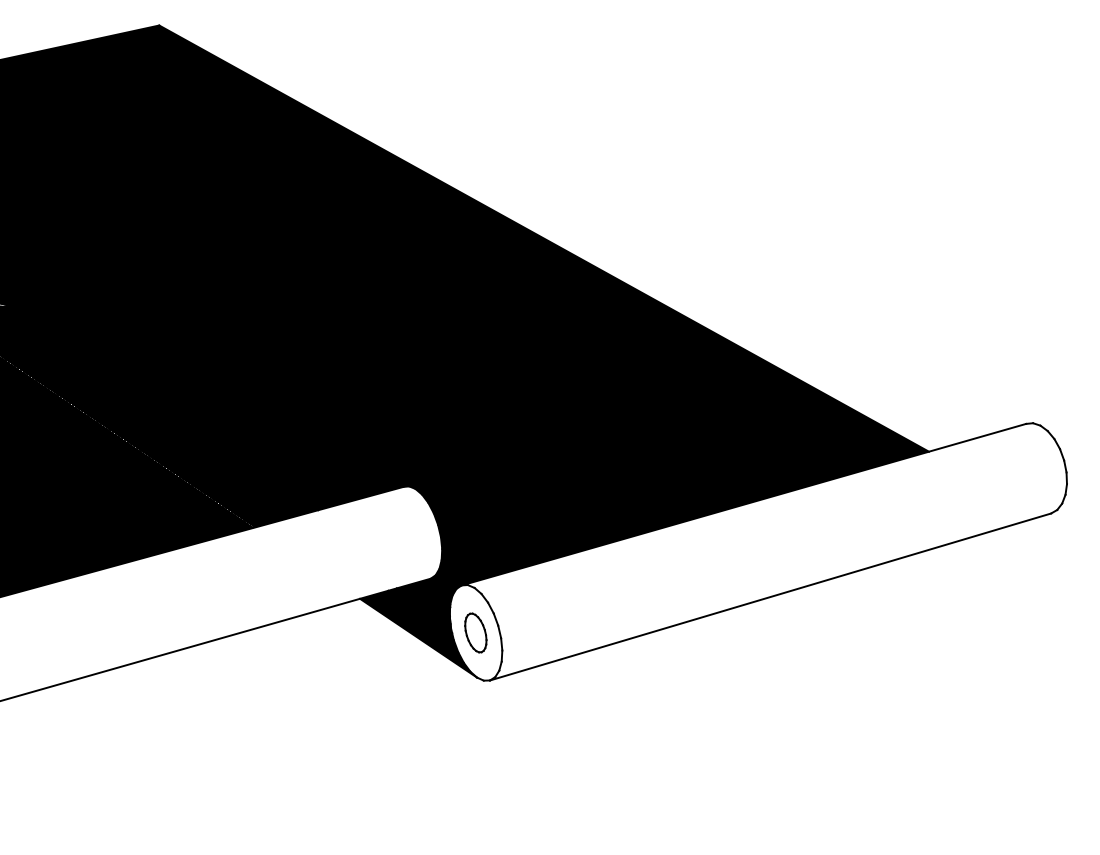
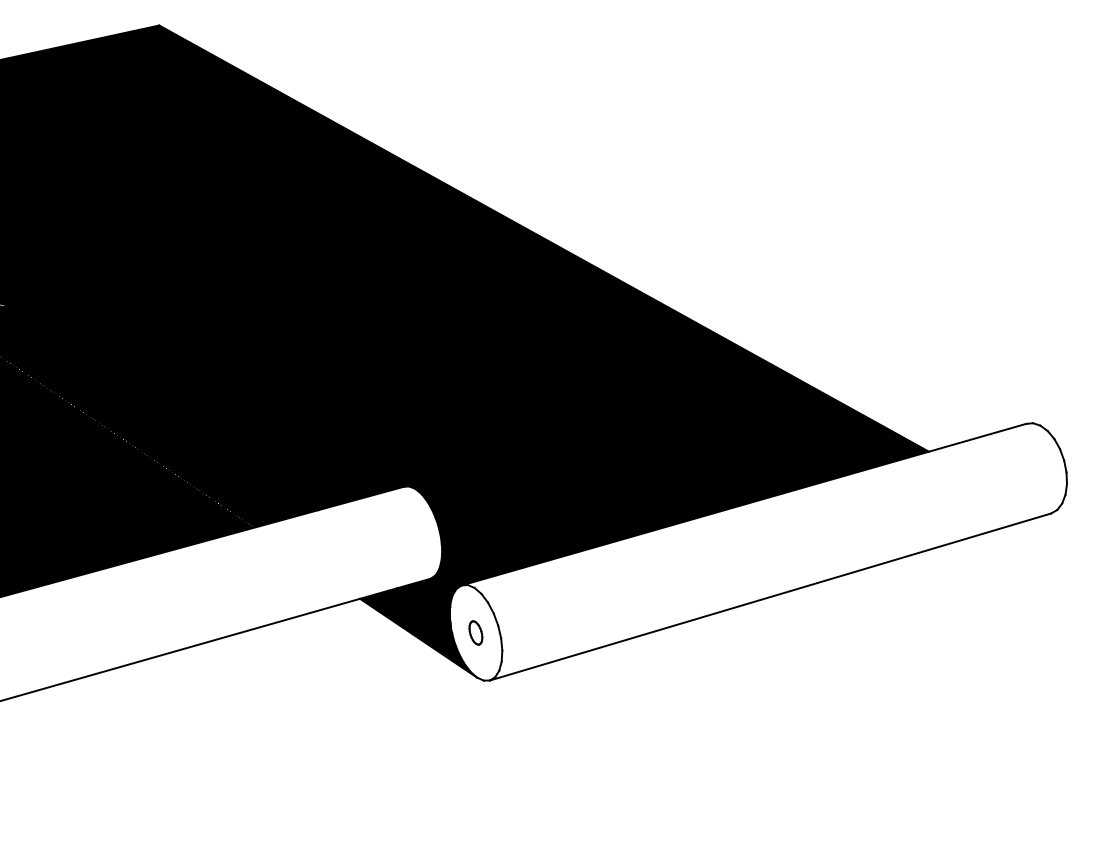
part at (475, 632) size: 24x42 px -> 16x26 px
